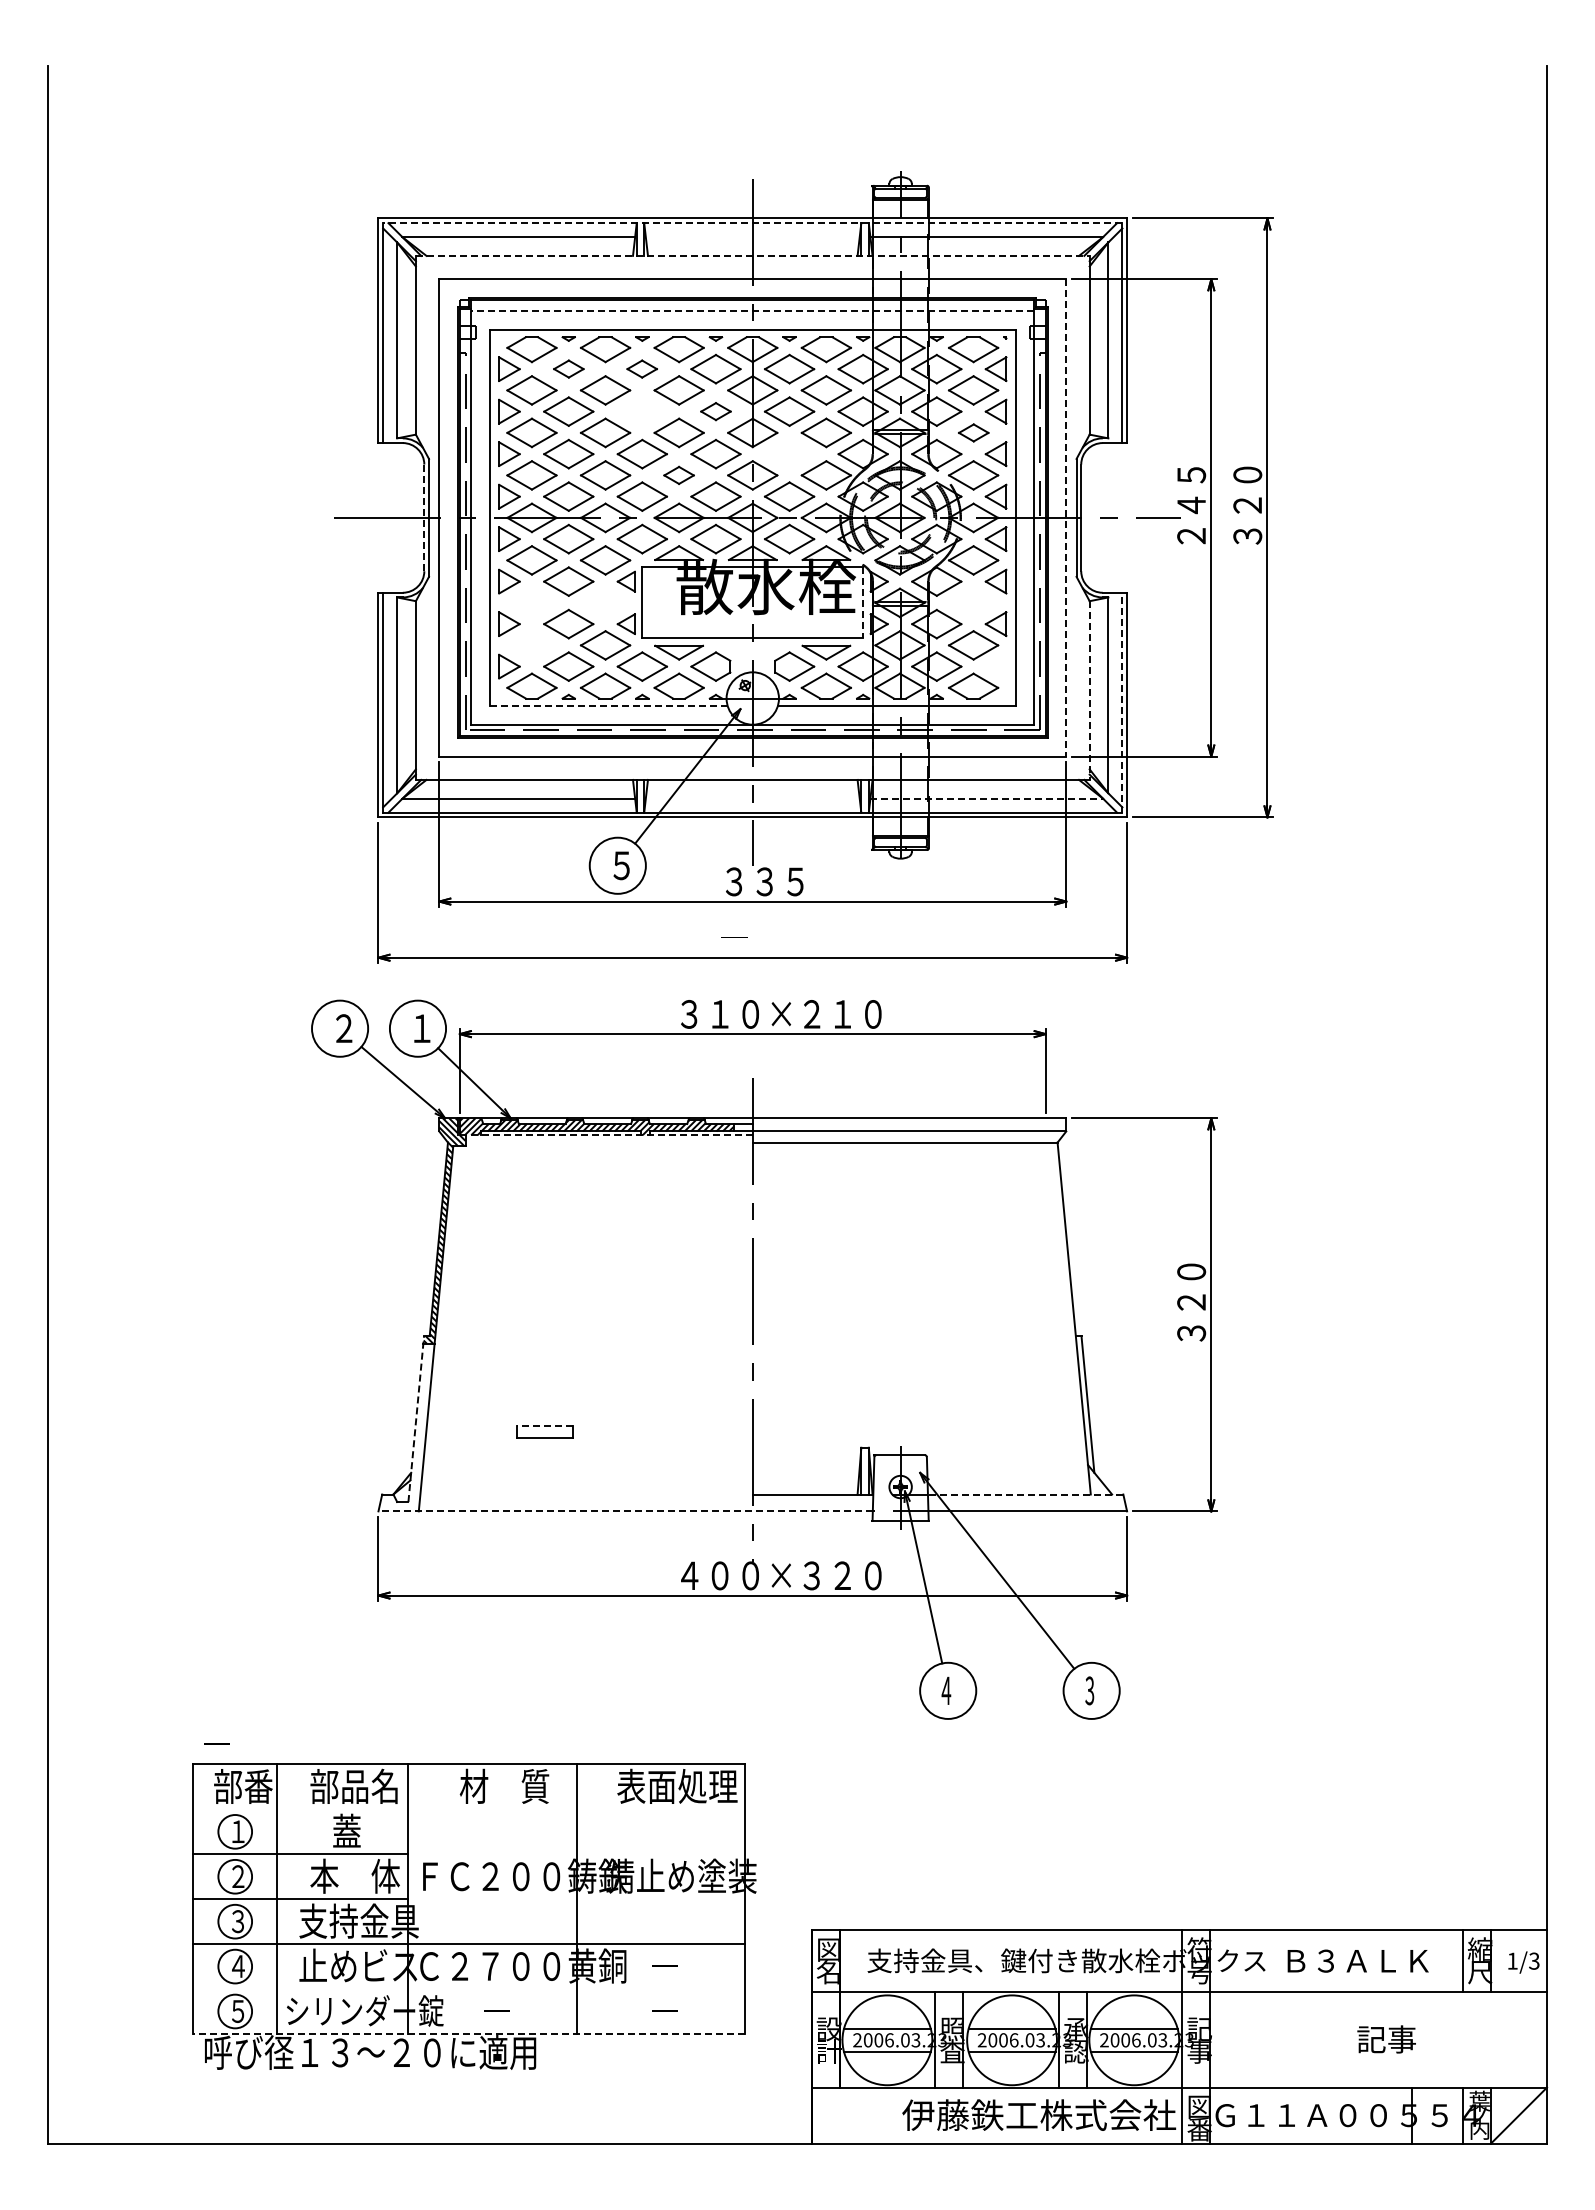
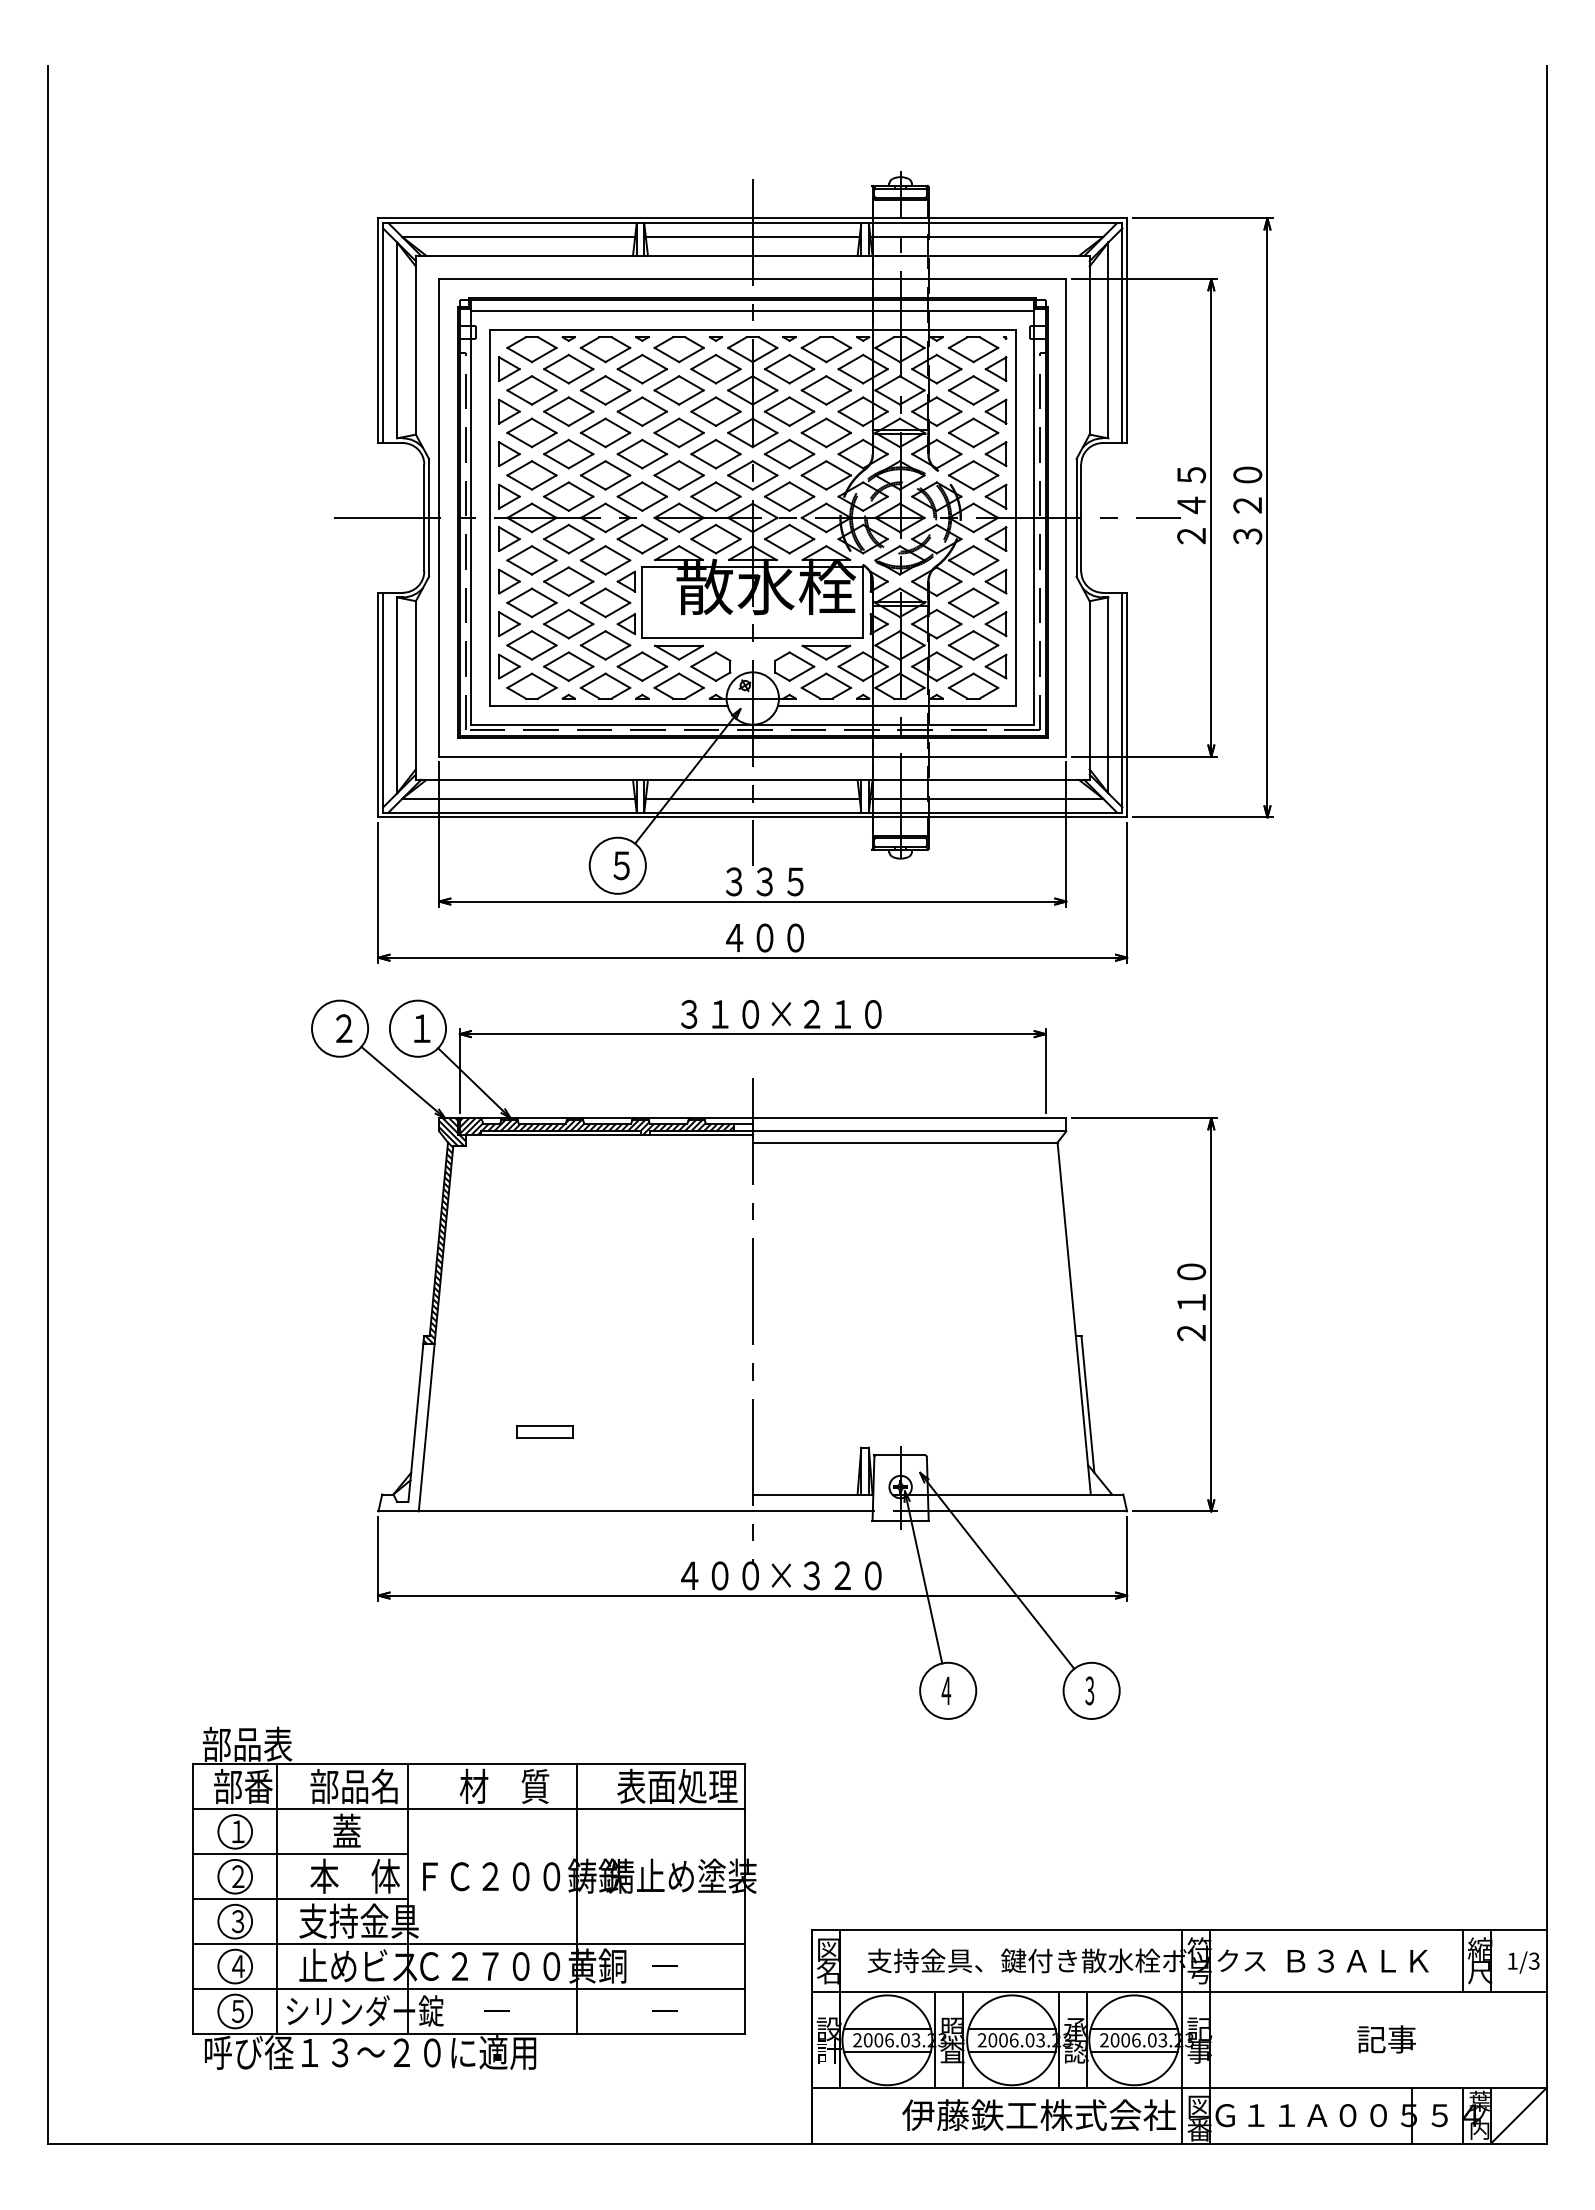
line at (752, 223): dashed -> solid
line at (752, 237): none -> present
line at (752, 255): dashed -> solid
line at (752, 311): dashed -> solid
part at (568, 368) size: 32x20 px -> 52x32 px
part at (641, 368) size: 32x20 px -> 52x32 px
part at (641, 411): none -> present
part at (715, 411) size: 32x20 px -> 52x31 px
part at (973, 432) size: 32x20 px -> 52x32 px
part at (789, 453): none -> present
part at (678, 474) size: 32x20 px -> 52x31 px
line at (424, 517): dashed -> solid
line at (1066, 517): dashed -> solid
part at (531, 602): none -> present
part at (605, 602): none -> present
part at (973, 602): none -> present
line at (863, 603): dashed -> solid
part at (531, 645): none -> present
part at (995, 666): none -> present
line at (1089, 691): dashed -> solid
line at (1122, 702): dashed -> solid
line at (608, 706): dashed -> solid
line at (752, 798): none -> present
line at (987, 798): dashed -> solid
text at (762, 937): ― -> ４００
line at (604, 1135): dashed -> solid
text at (1191, 1317): ３２０ -> ２１０
line at (416, 1418): dashed -> solid
line at (544, 1426): dashed -> solid
line at (1025, 1494): dashed -> solid
line at (625, 1511): dashed -> solid
text at (247, 1743): ― -> 部品表
line at (469, 1809): none -> present
line at (469, 1989): none -> present
line at (468, 2033): dashed -> solid
